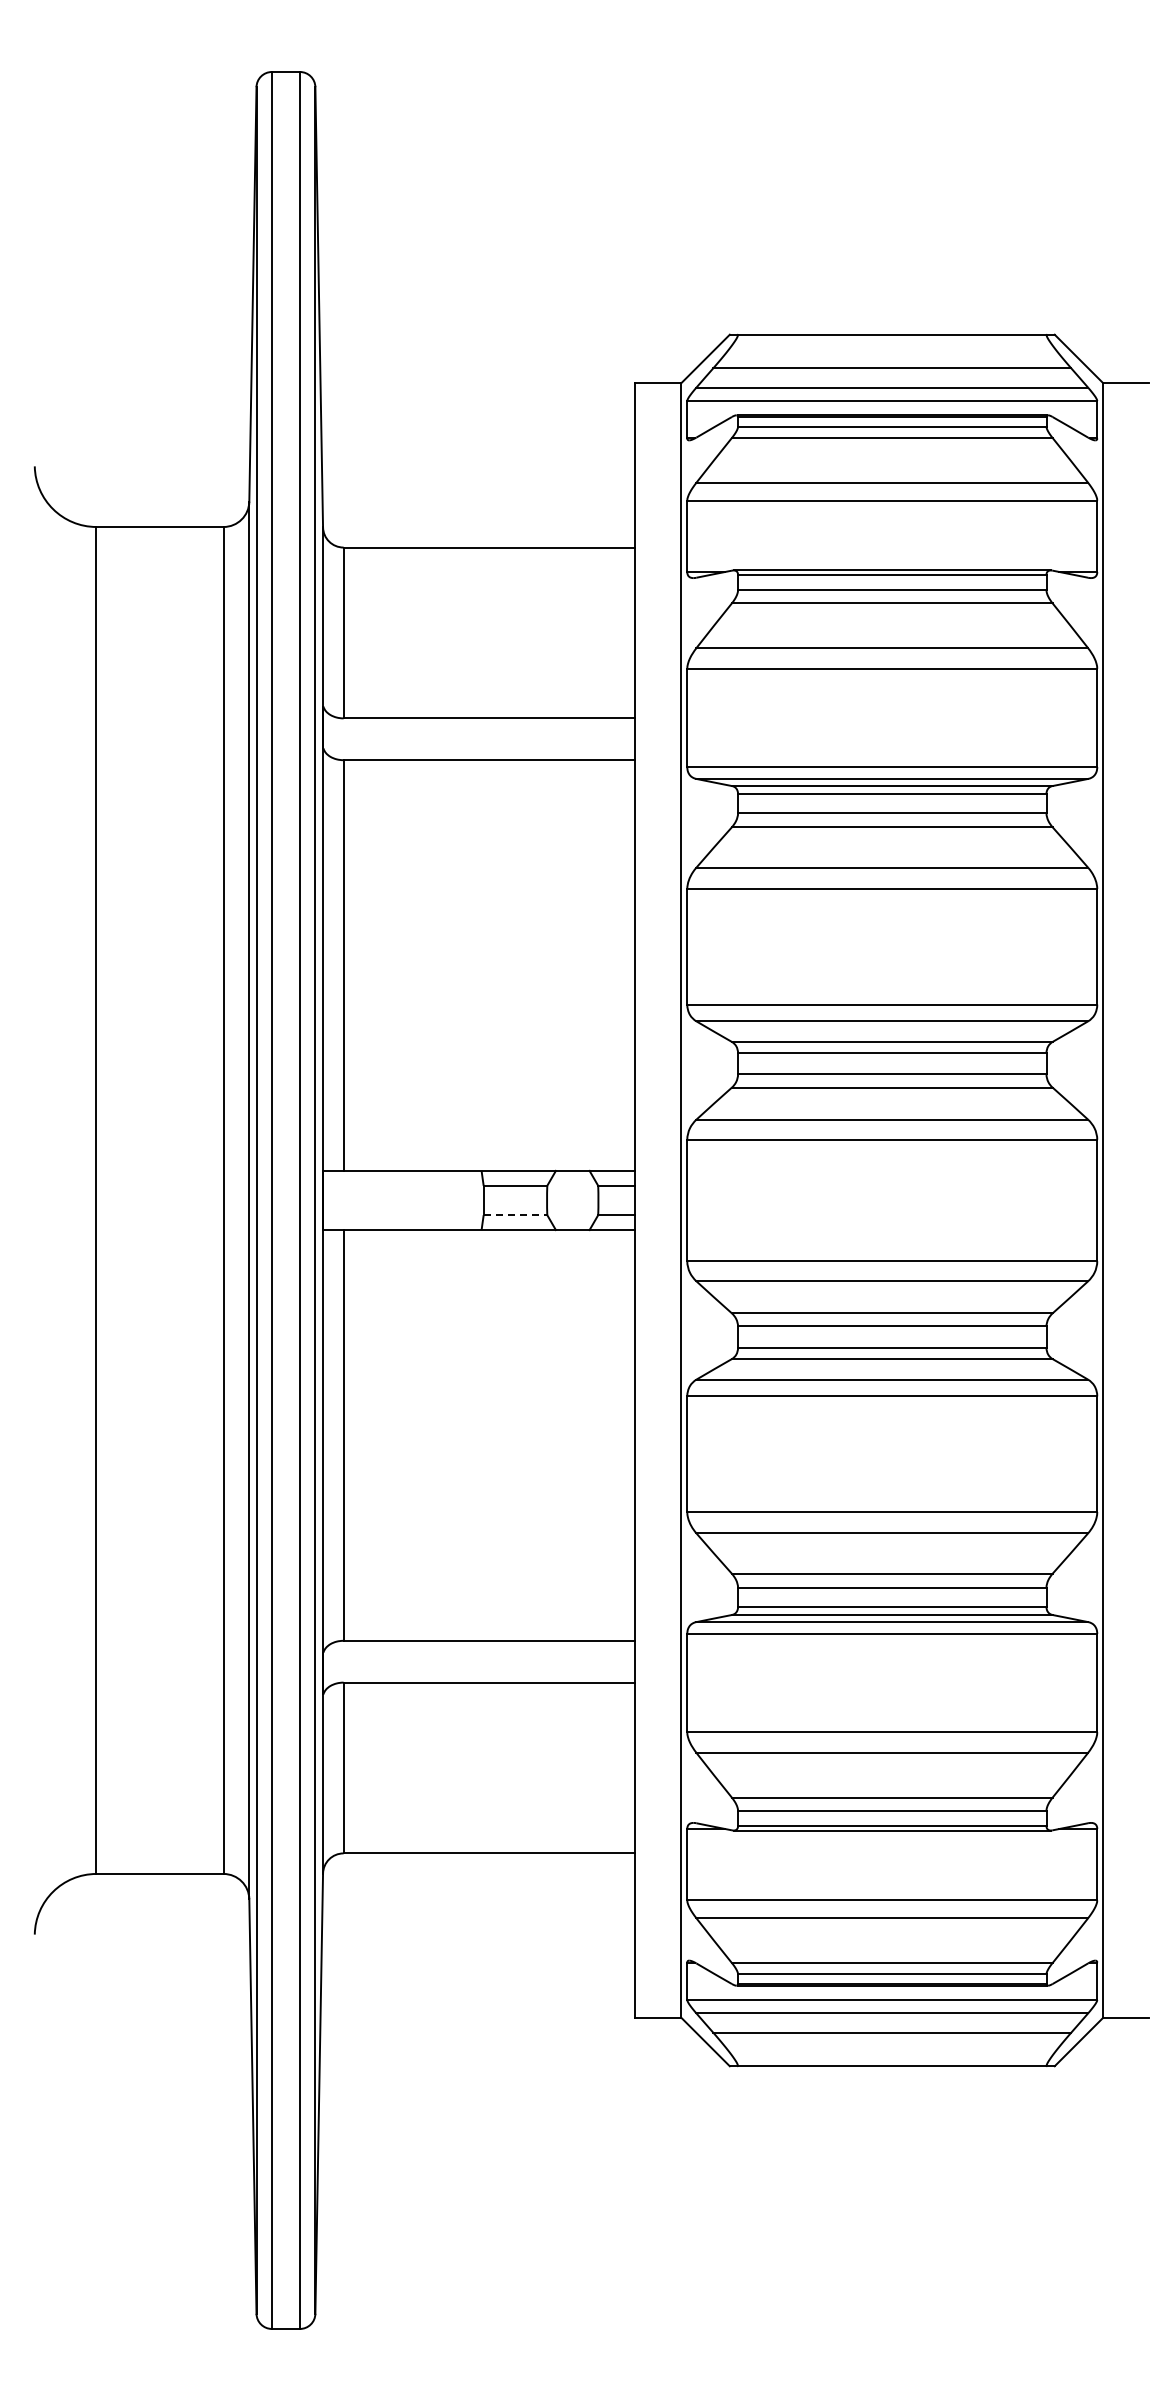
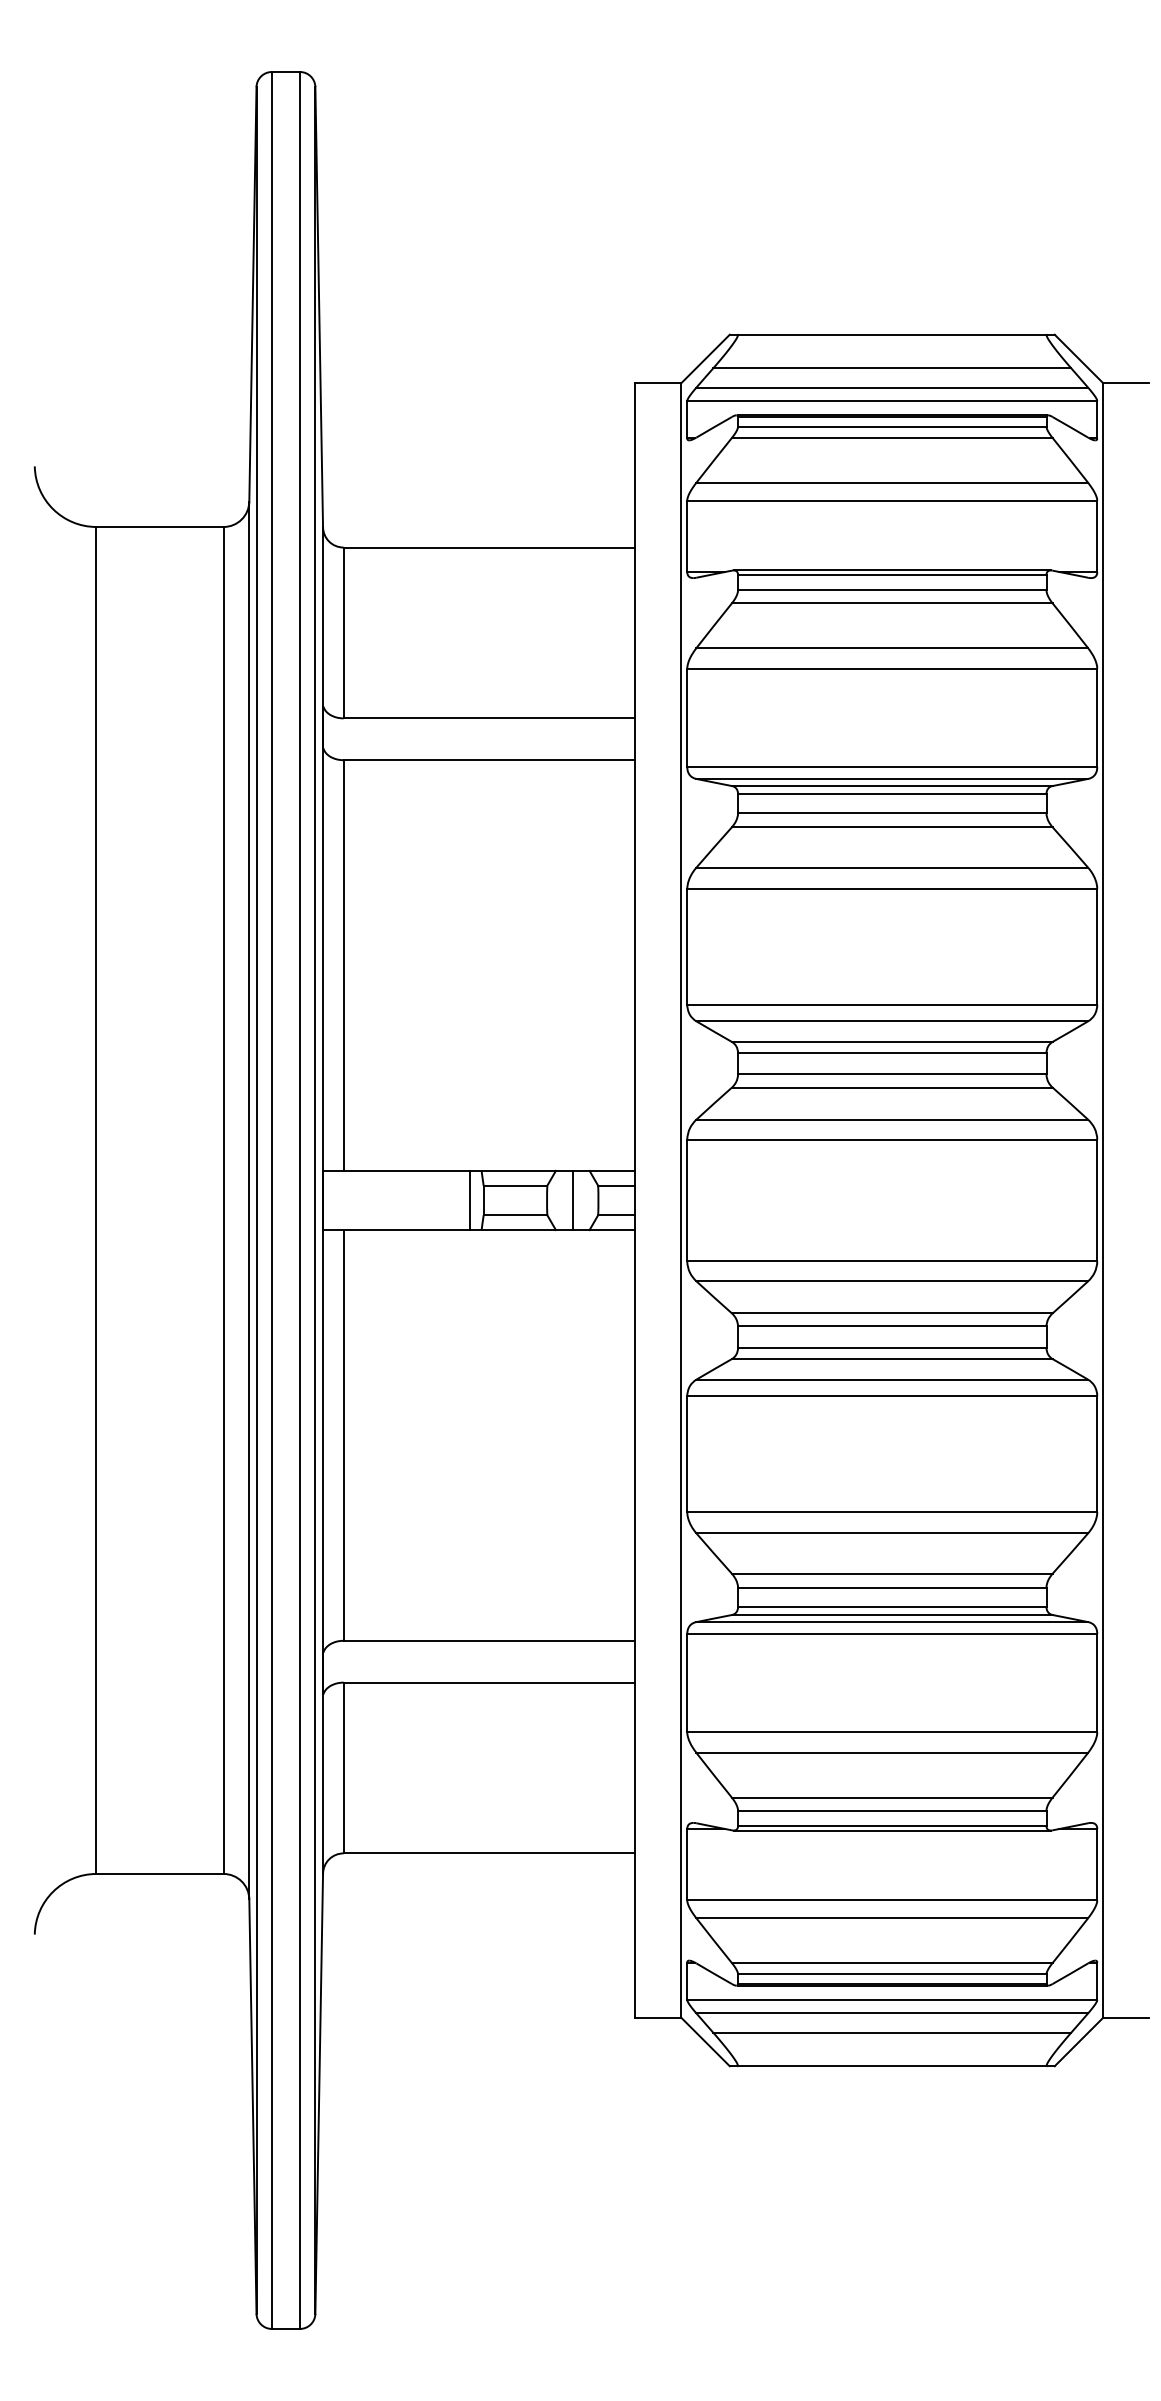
line at (469, 1200): none -> present
line at (572, 1200): none -> present
line at (515, 1215): dashed -> solid
